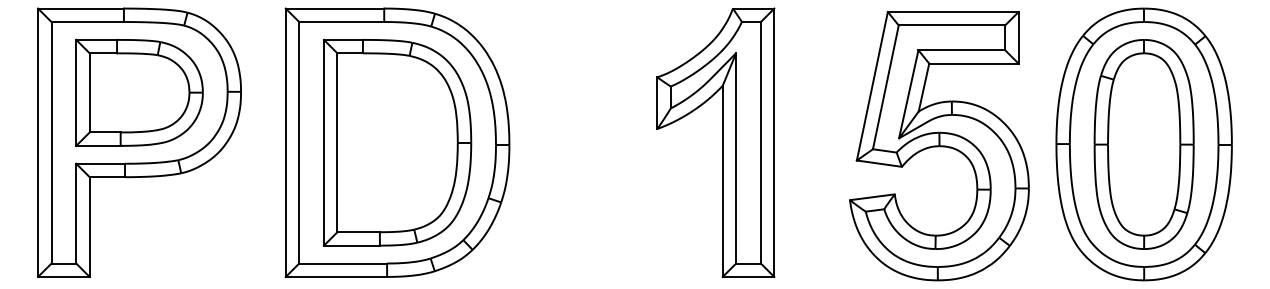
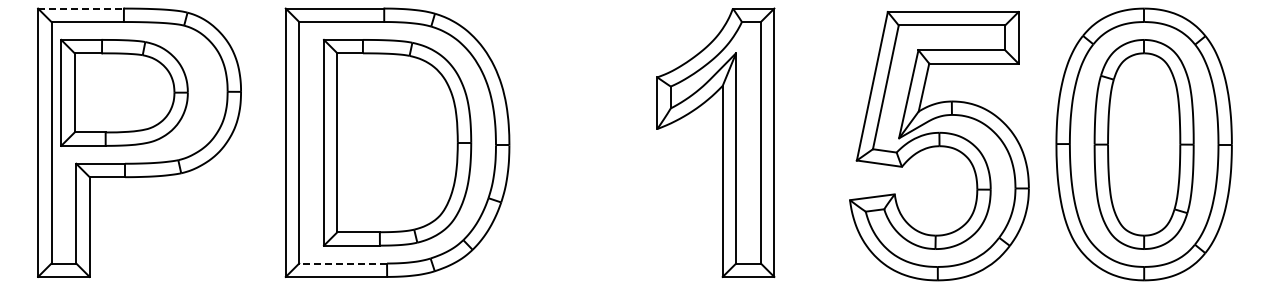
line at (81, 8): solid -> dashed
part at (139, 92) position: (139, 92) -> (124, 92)
line at (343, 263): solid -> dashed
